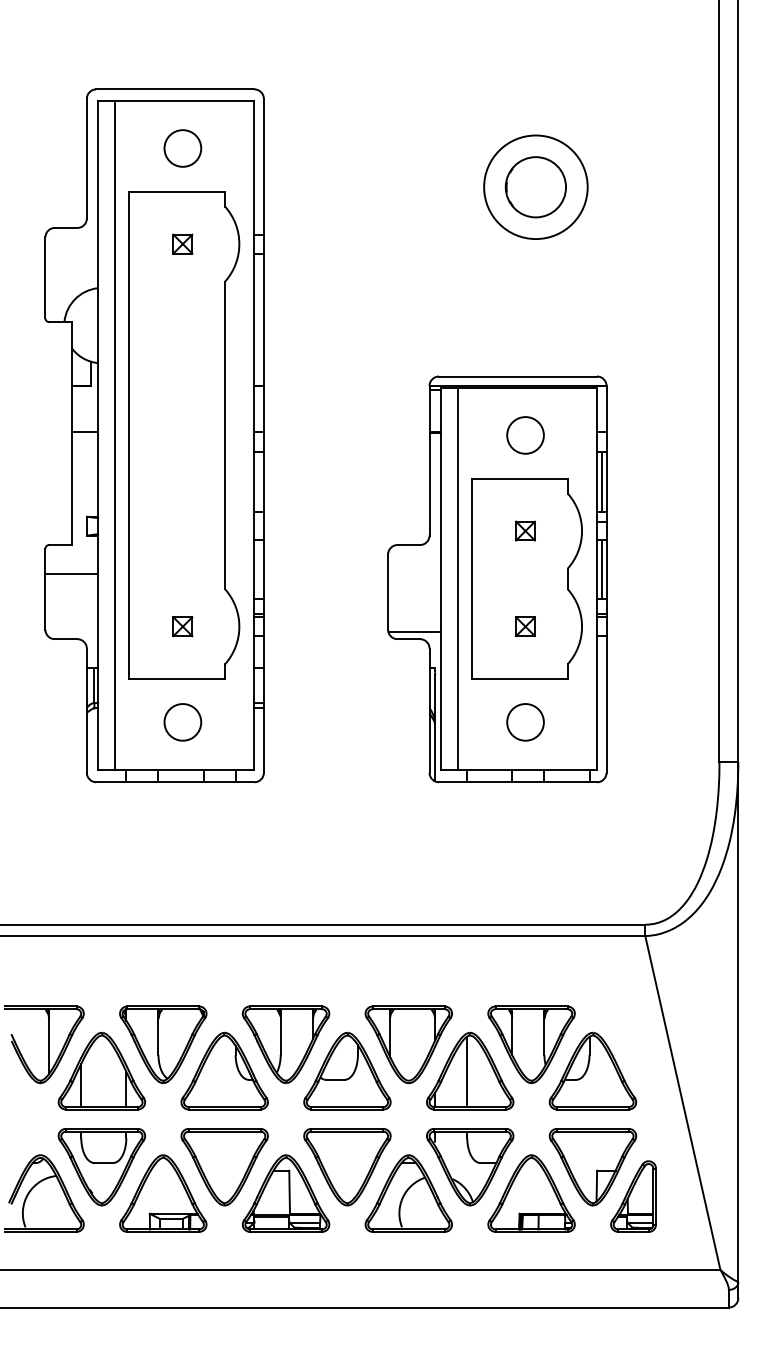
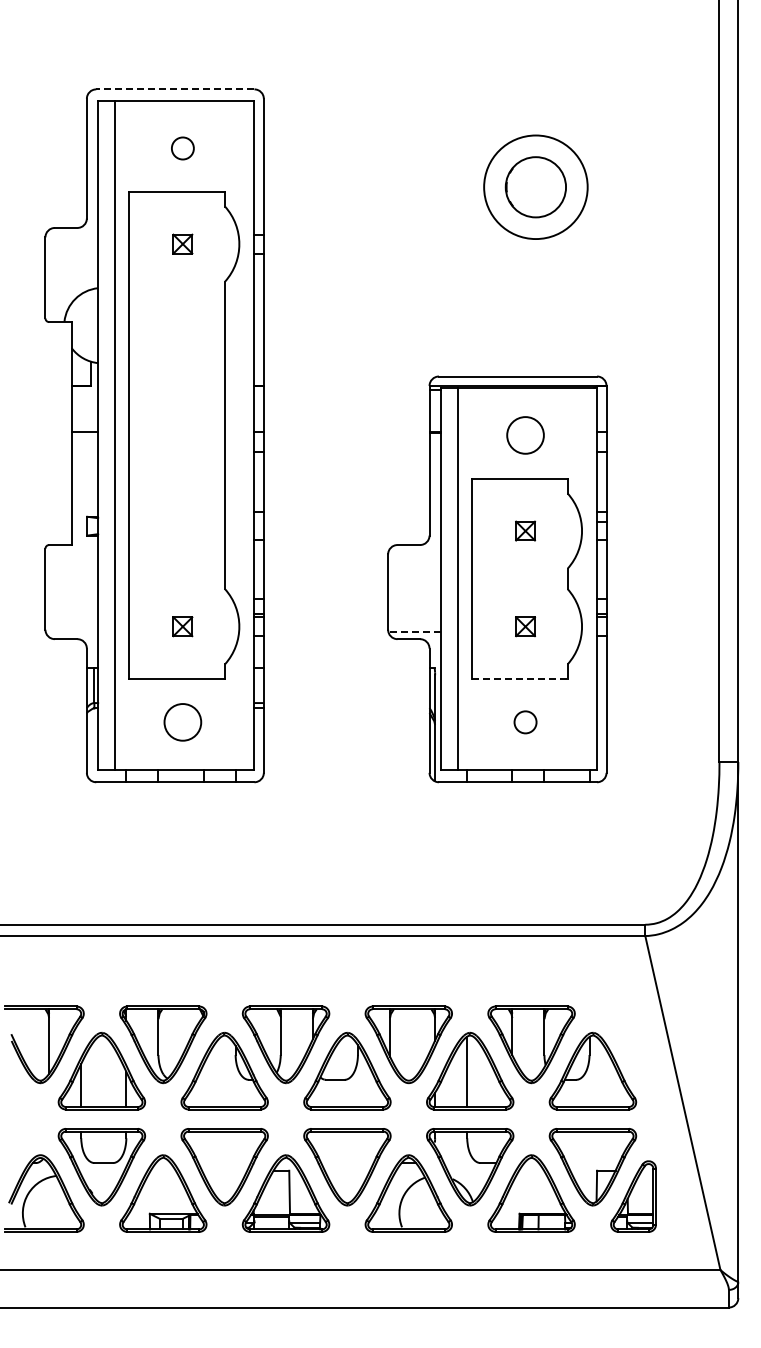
line at (174, 89): solid -> dashed
circle at (182, 148) diameter: 37 px -> 22 px
line at (601, 481): present -> none
line at (601, 569): present -> none
line at (71, 573): present -> none
line at (414, 631): solid -> dashed
line at (520, 678): solid -> dashed
circle at (525, 722) diameter: 37 px -> 22 px
